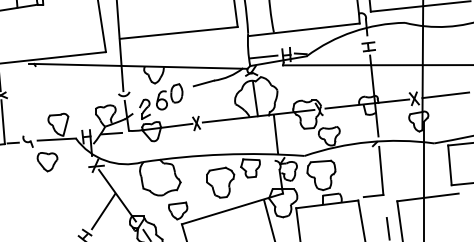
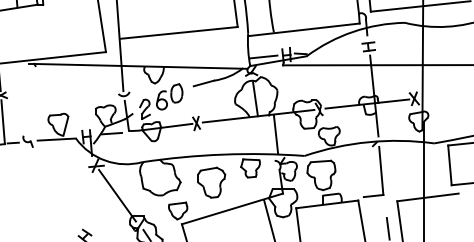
line at (445, 95): present -> none
part at (47, 162): present -> none
part at (220, 182) position: (220, 182) -> (211, 182)
line at (103, 211): present -> none
